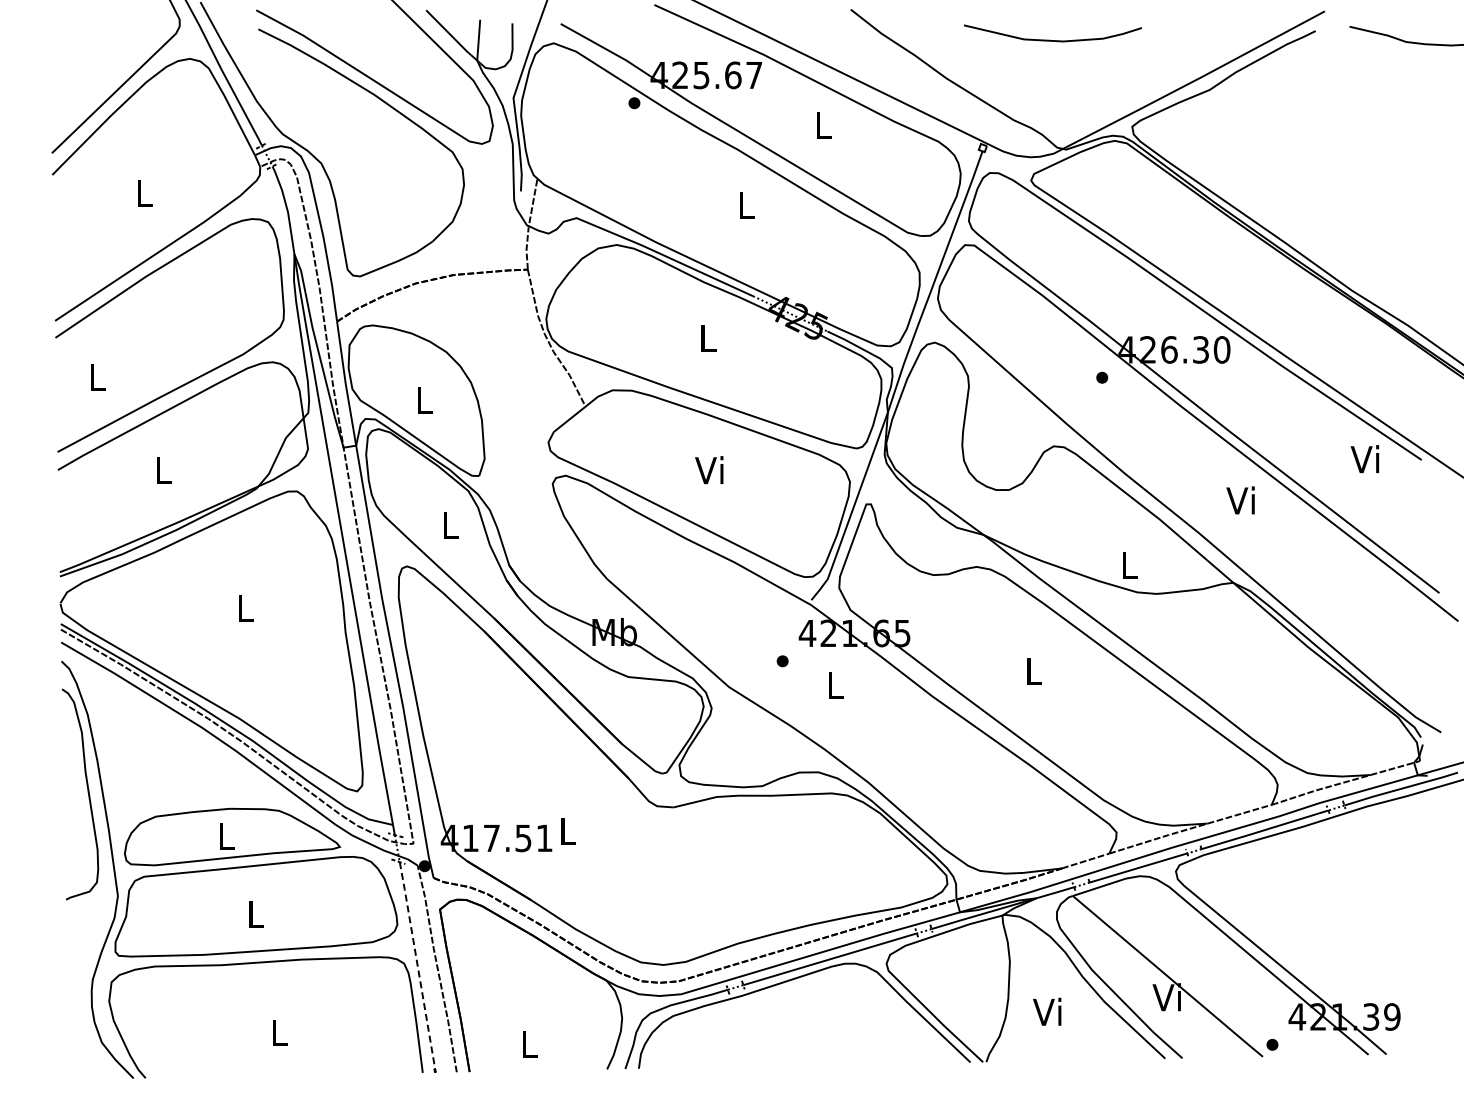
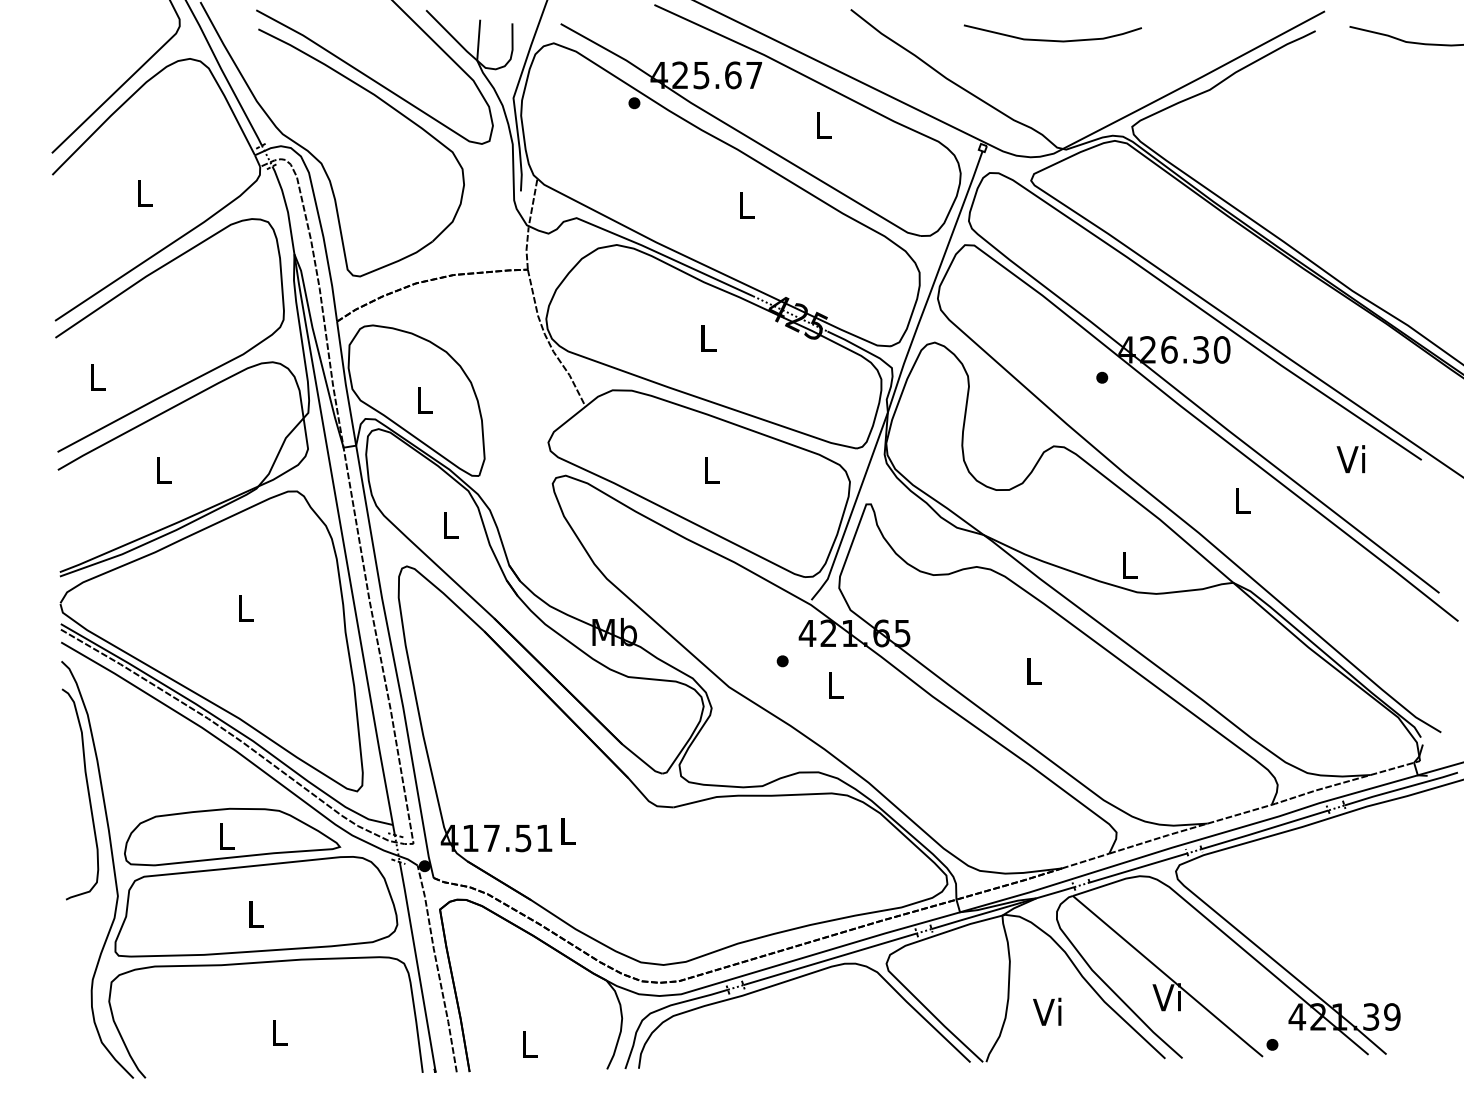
text at (1364, 459) position: (1364, 459) -> (1350, 459)
text at (709, 470): Vi -> L
text at (1240, 500): Vi -> L
line at (417, 967): dashed -> solid
